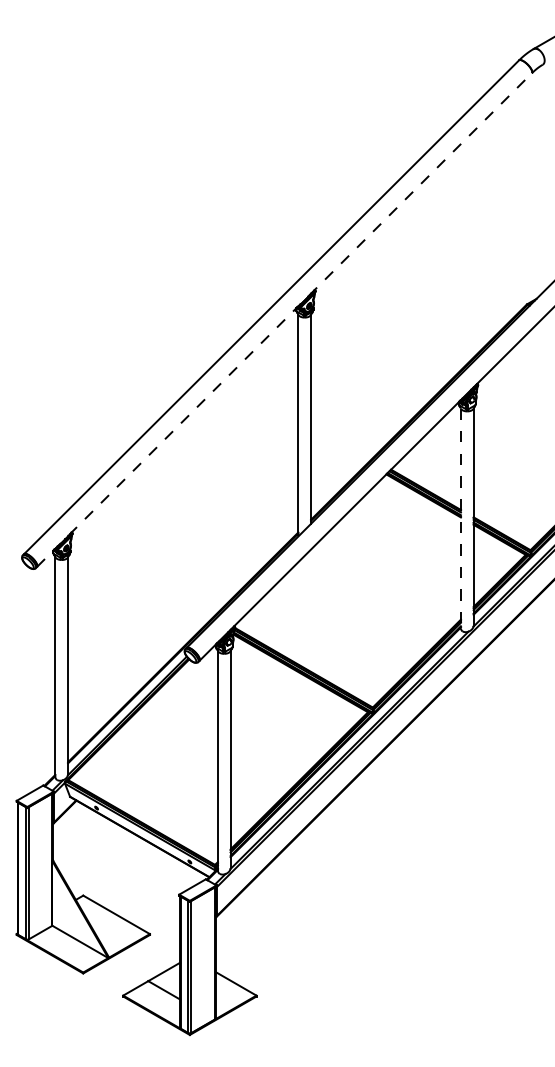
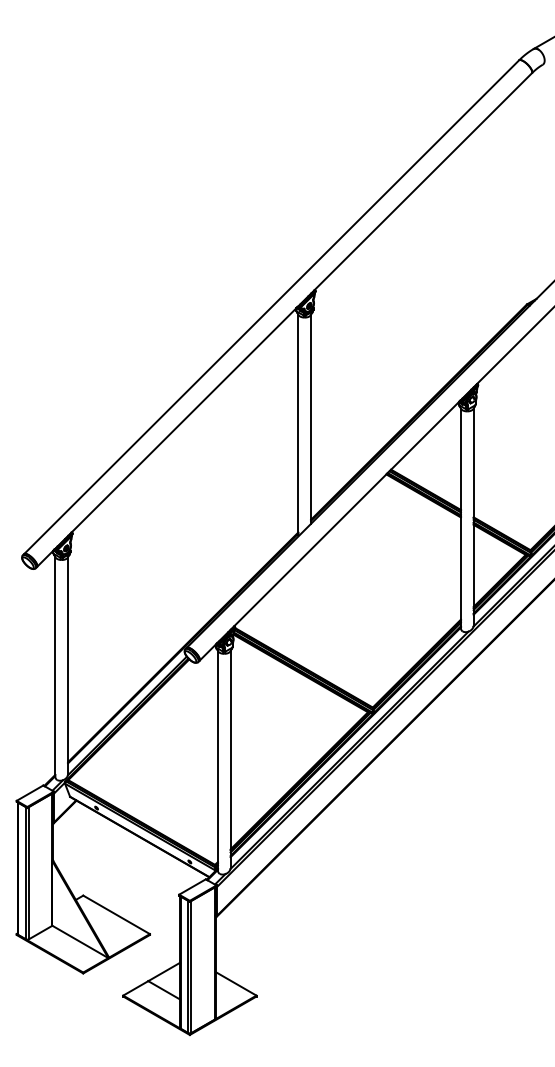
line at (284, 320): dashed -> solid
line at (460, 518): dashed -> solid
